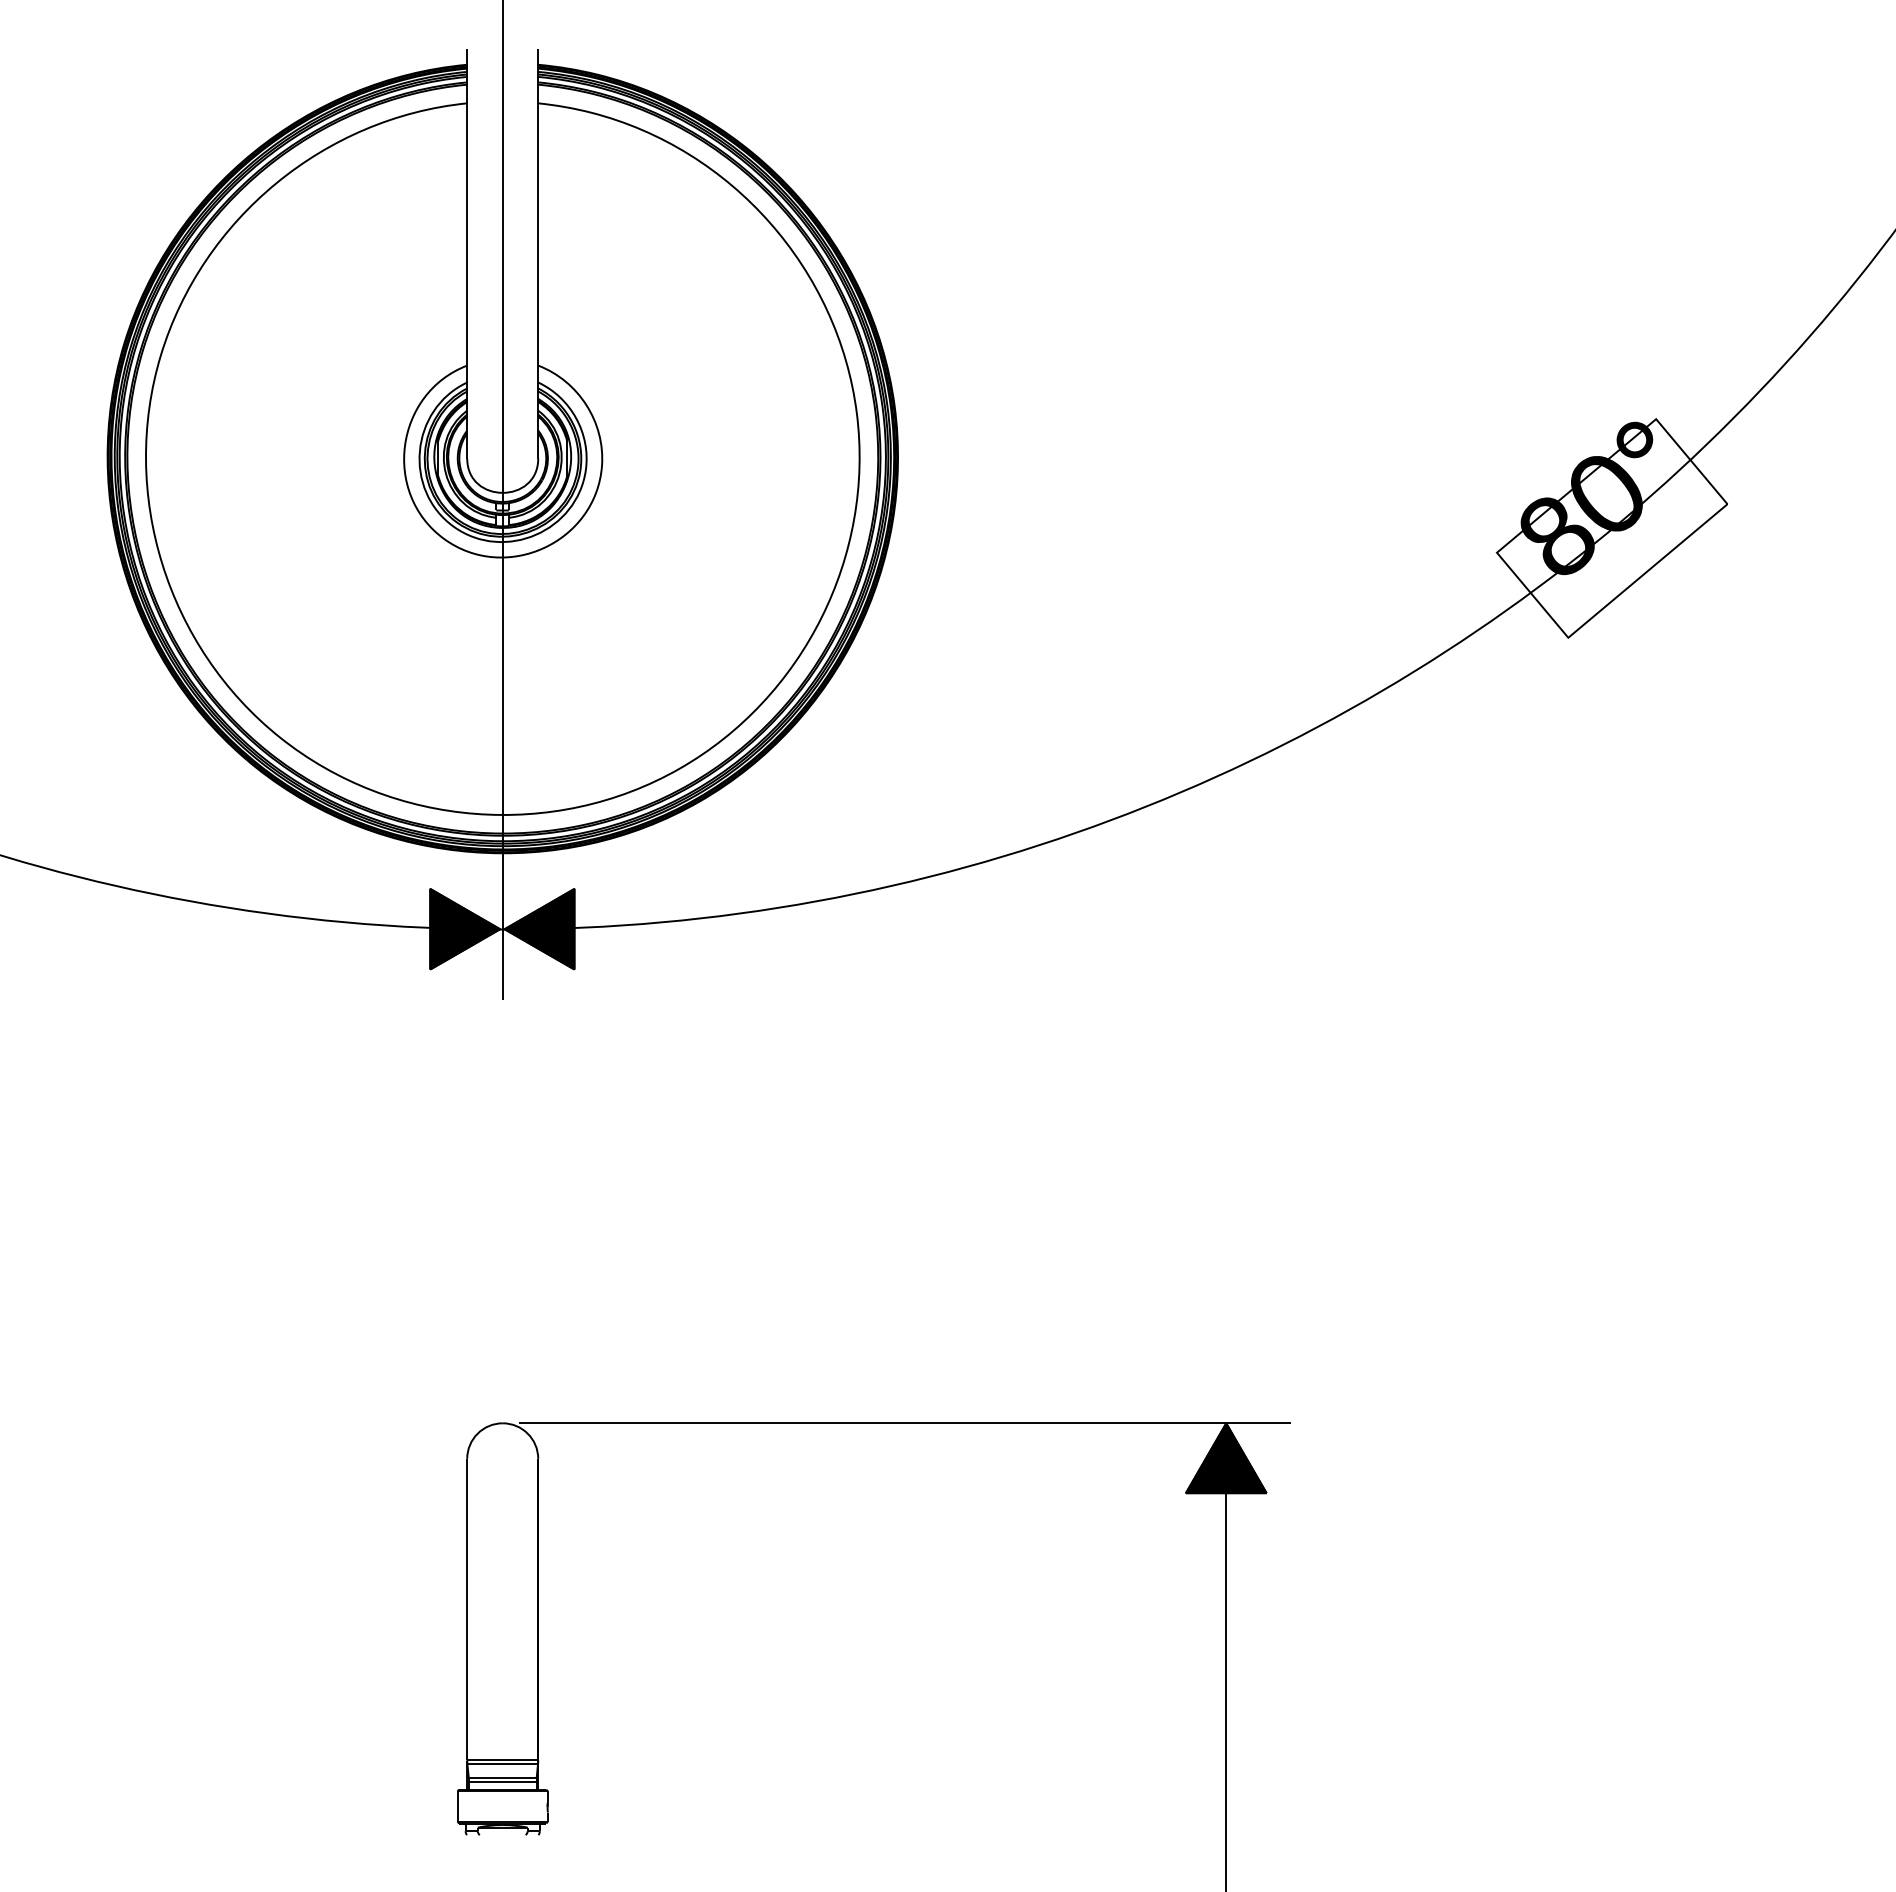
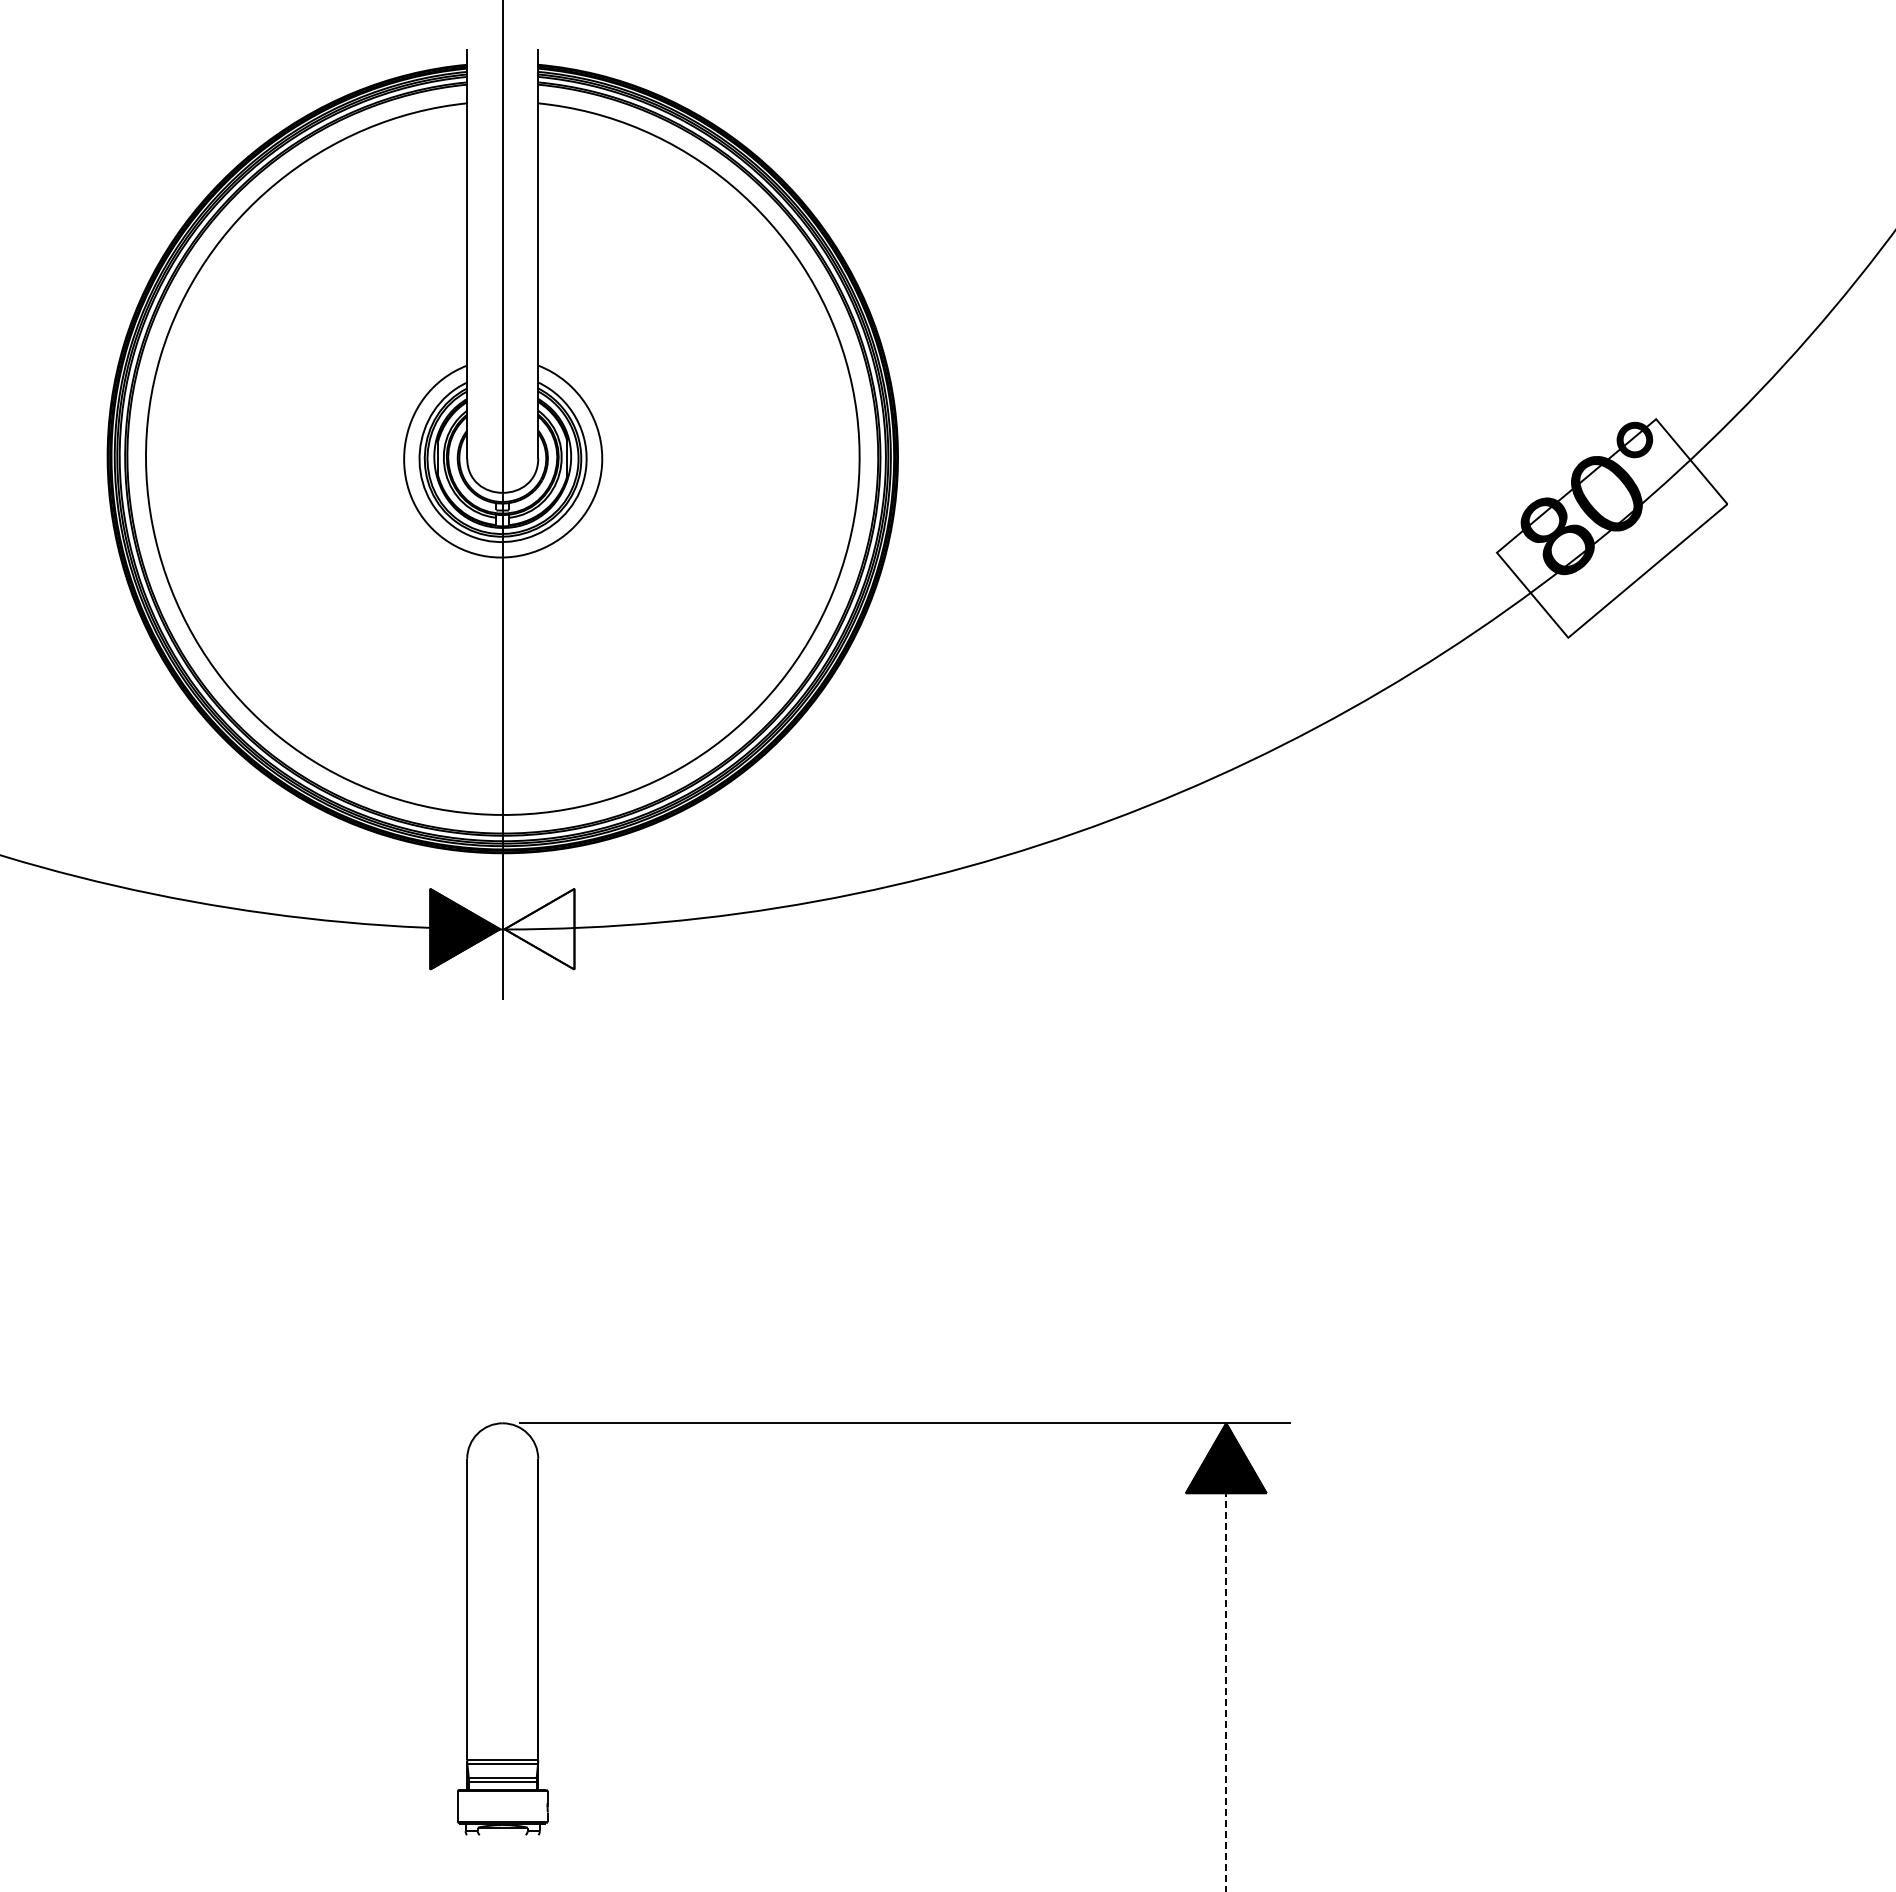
fill at (539, 928): present -> none
line at (1226, 1692): solid -> dashed
